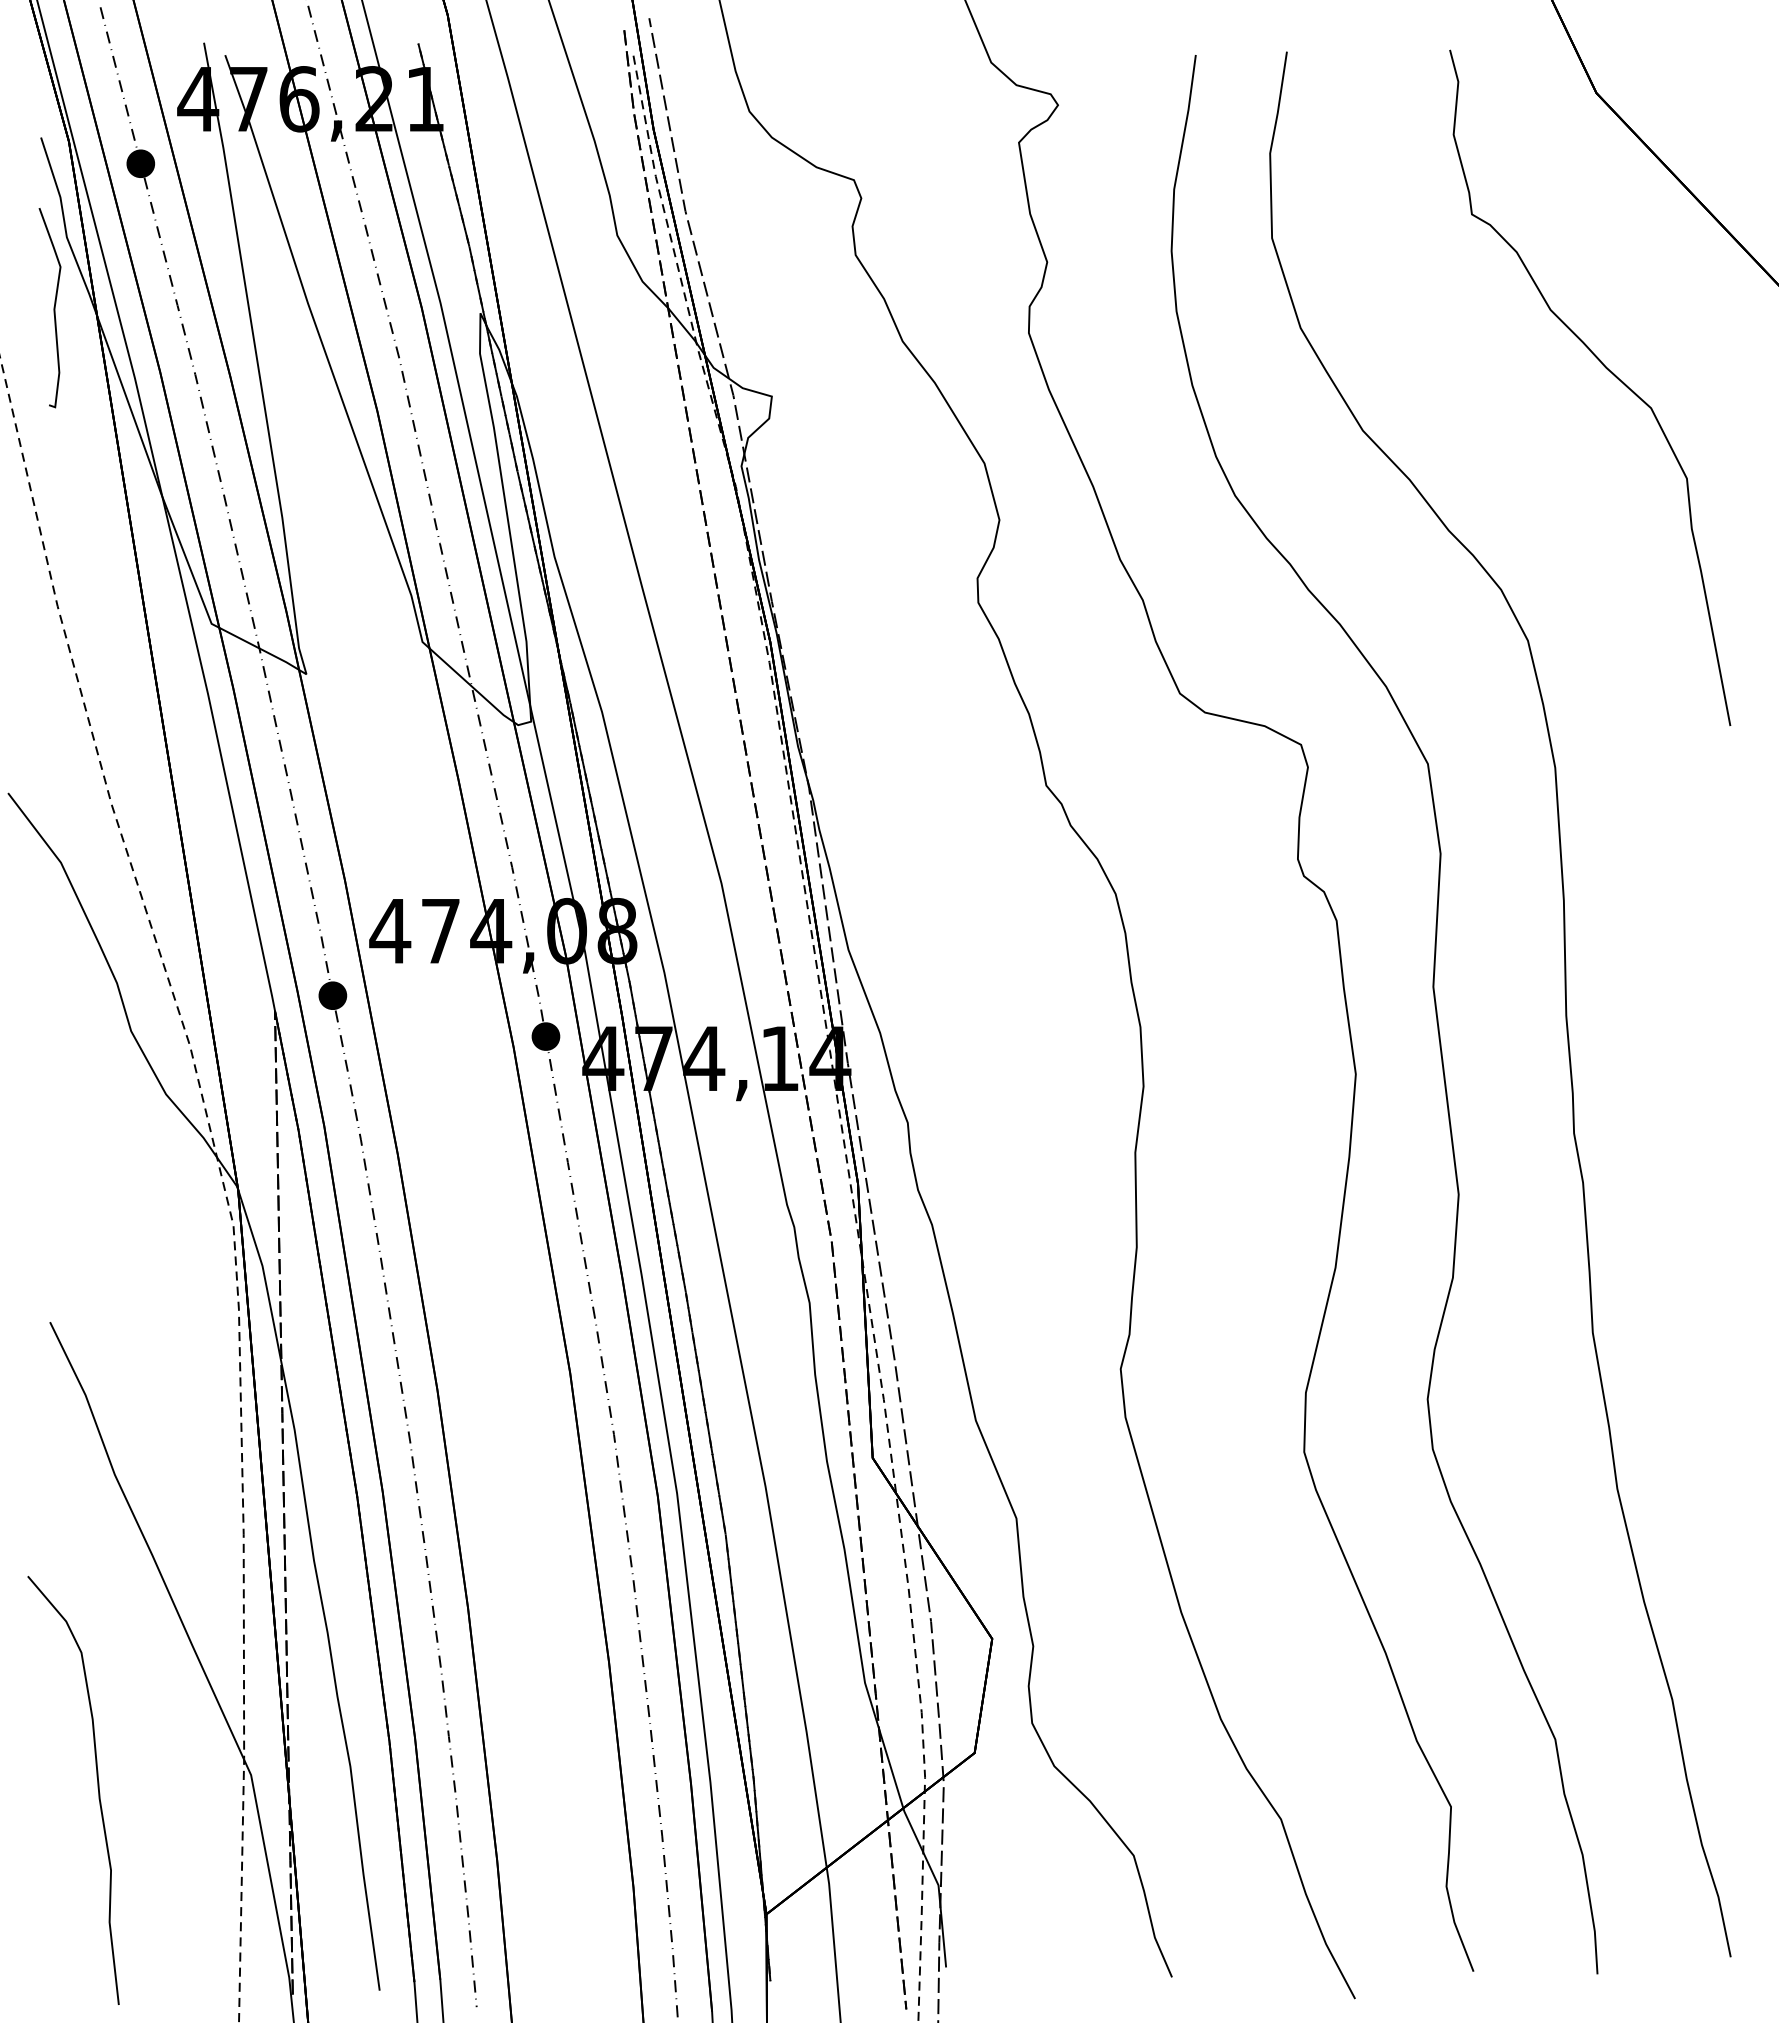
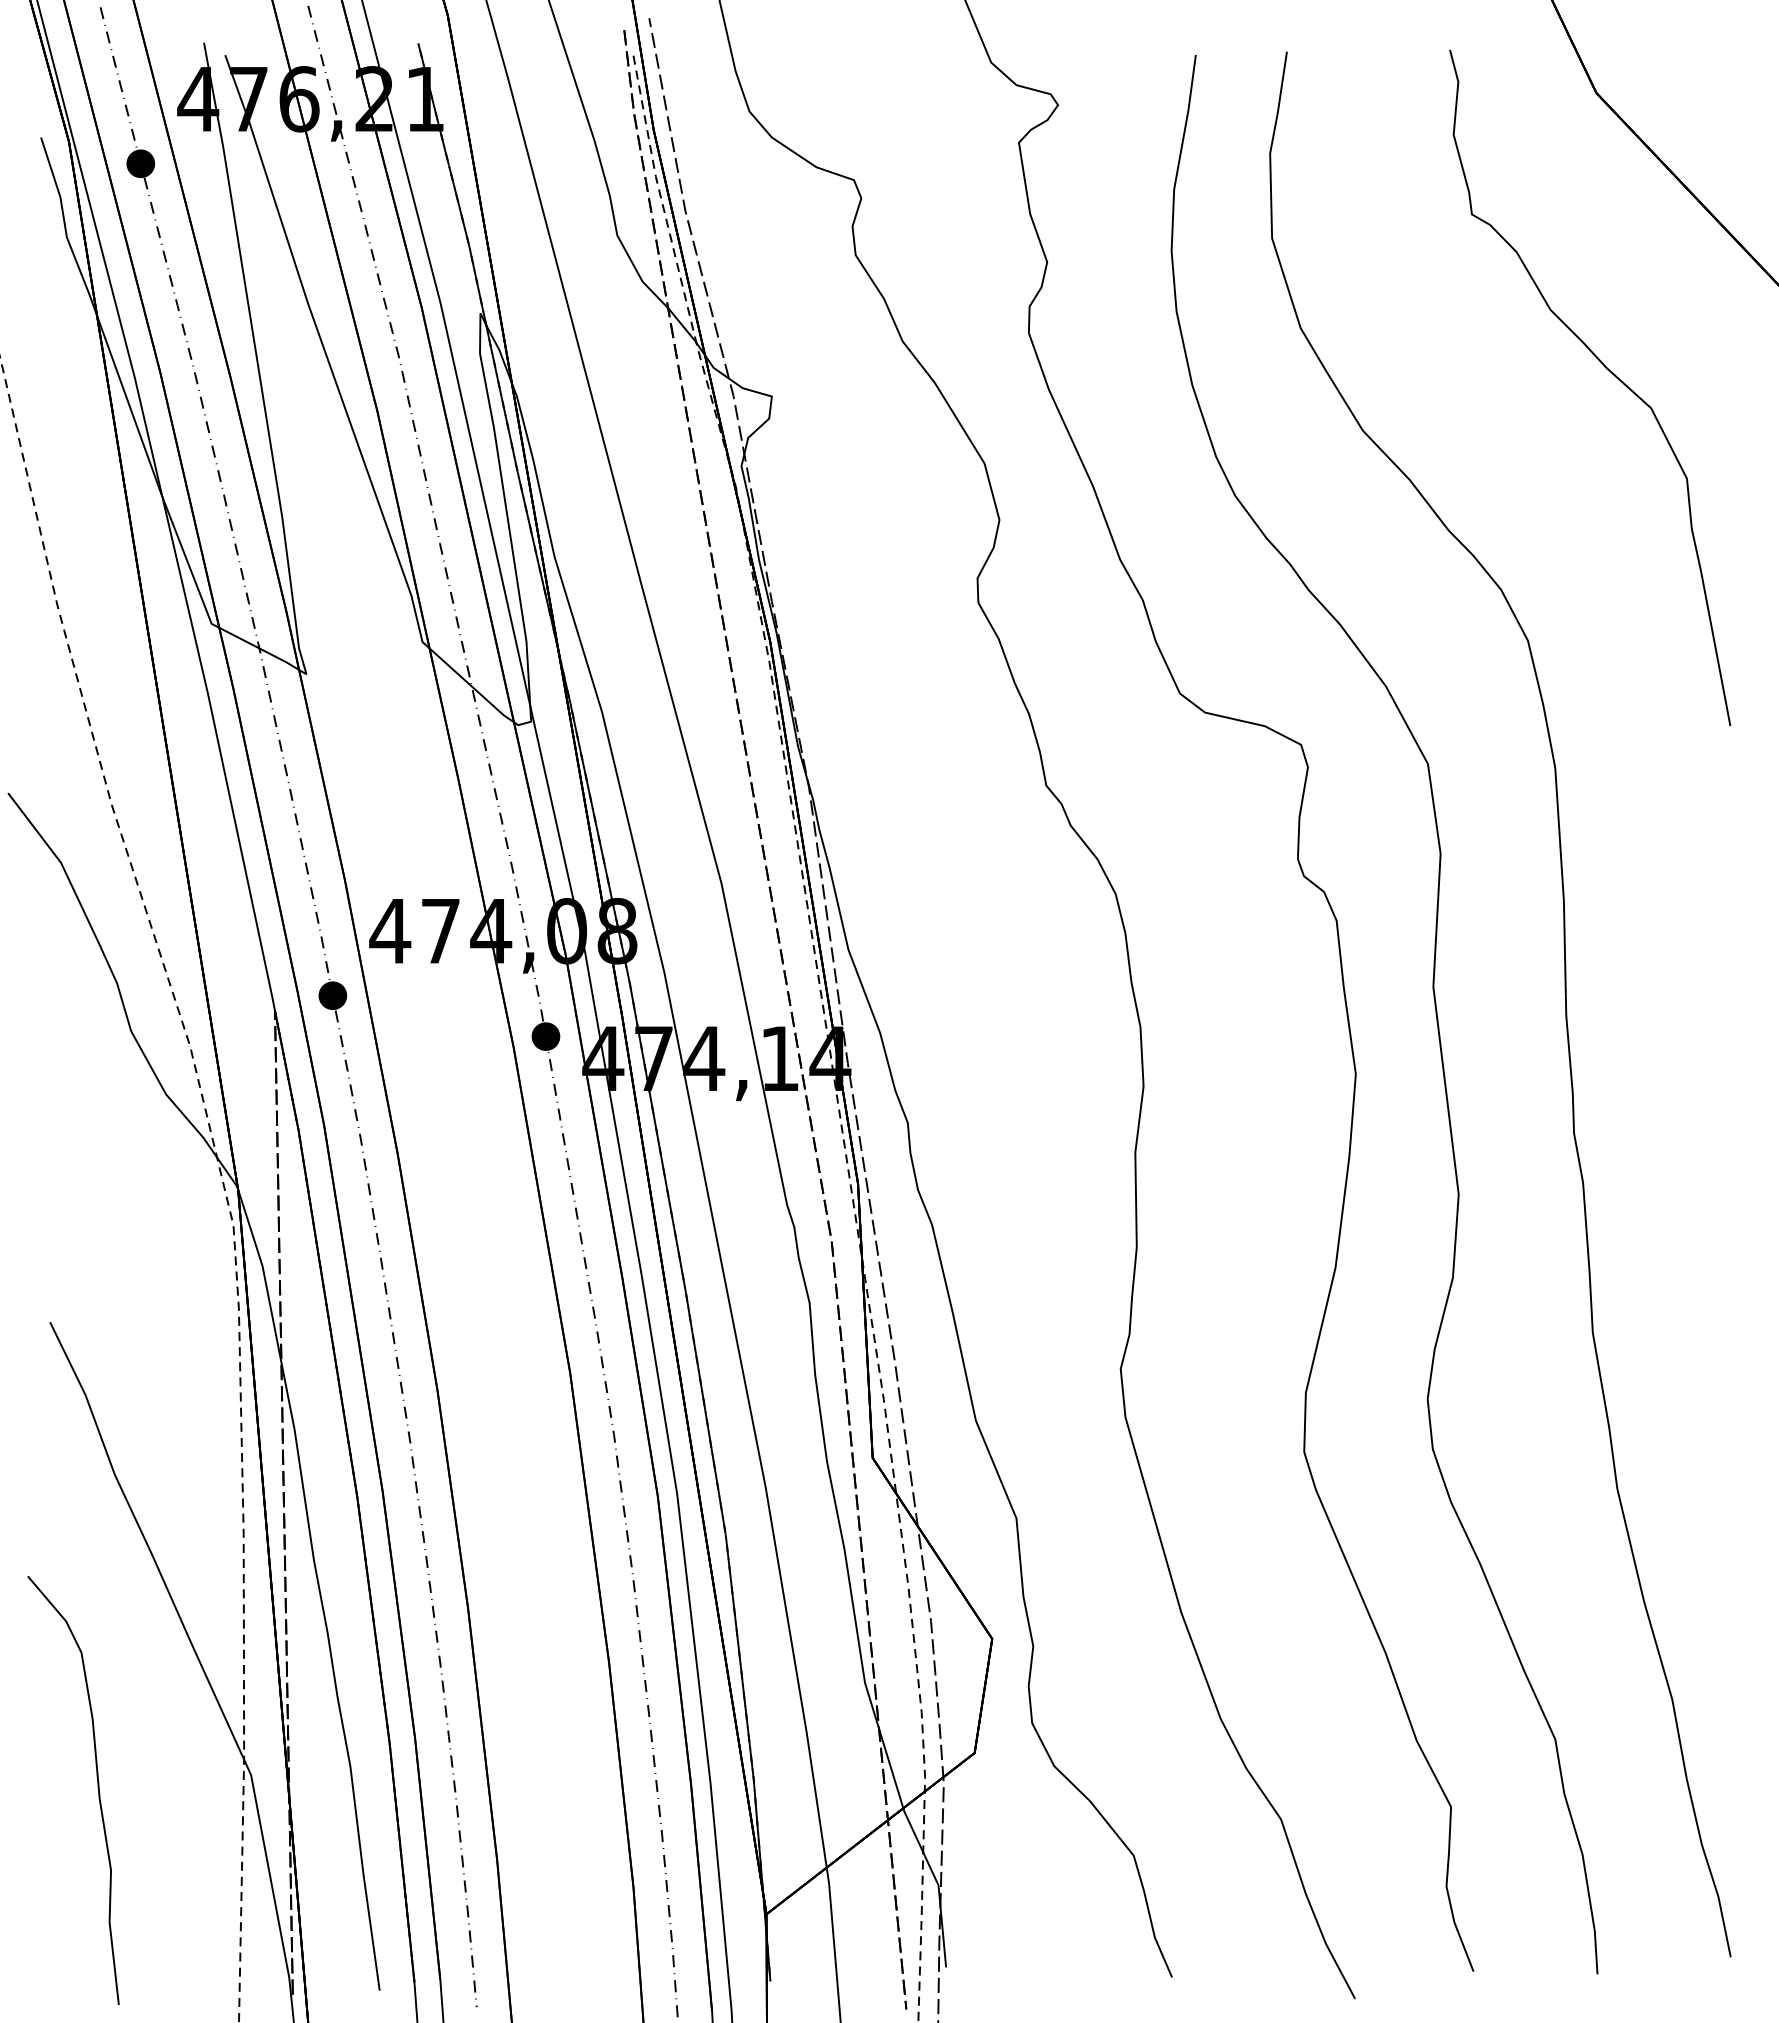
curve at (53, 308): present -> none
